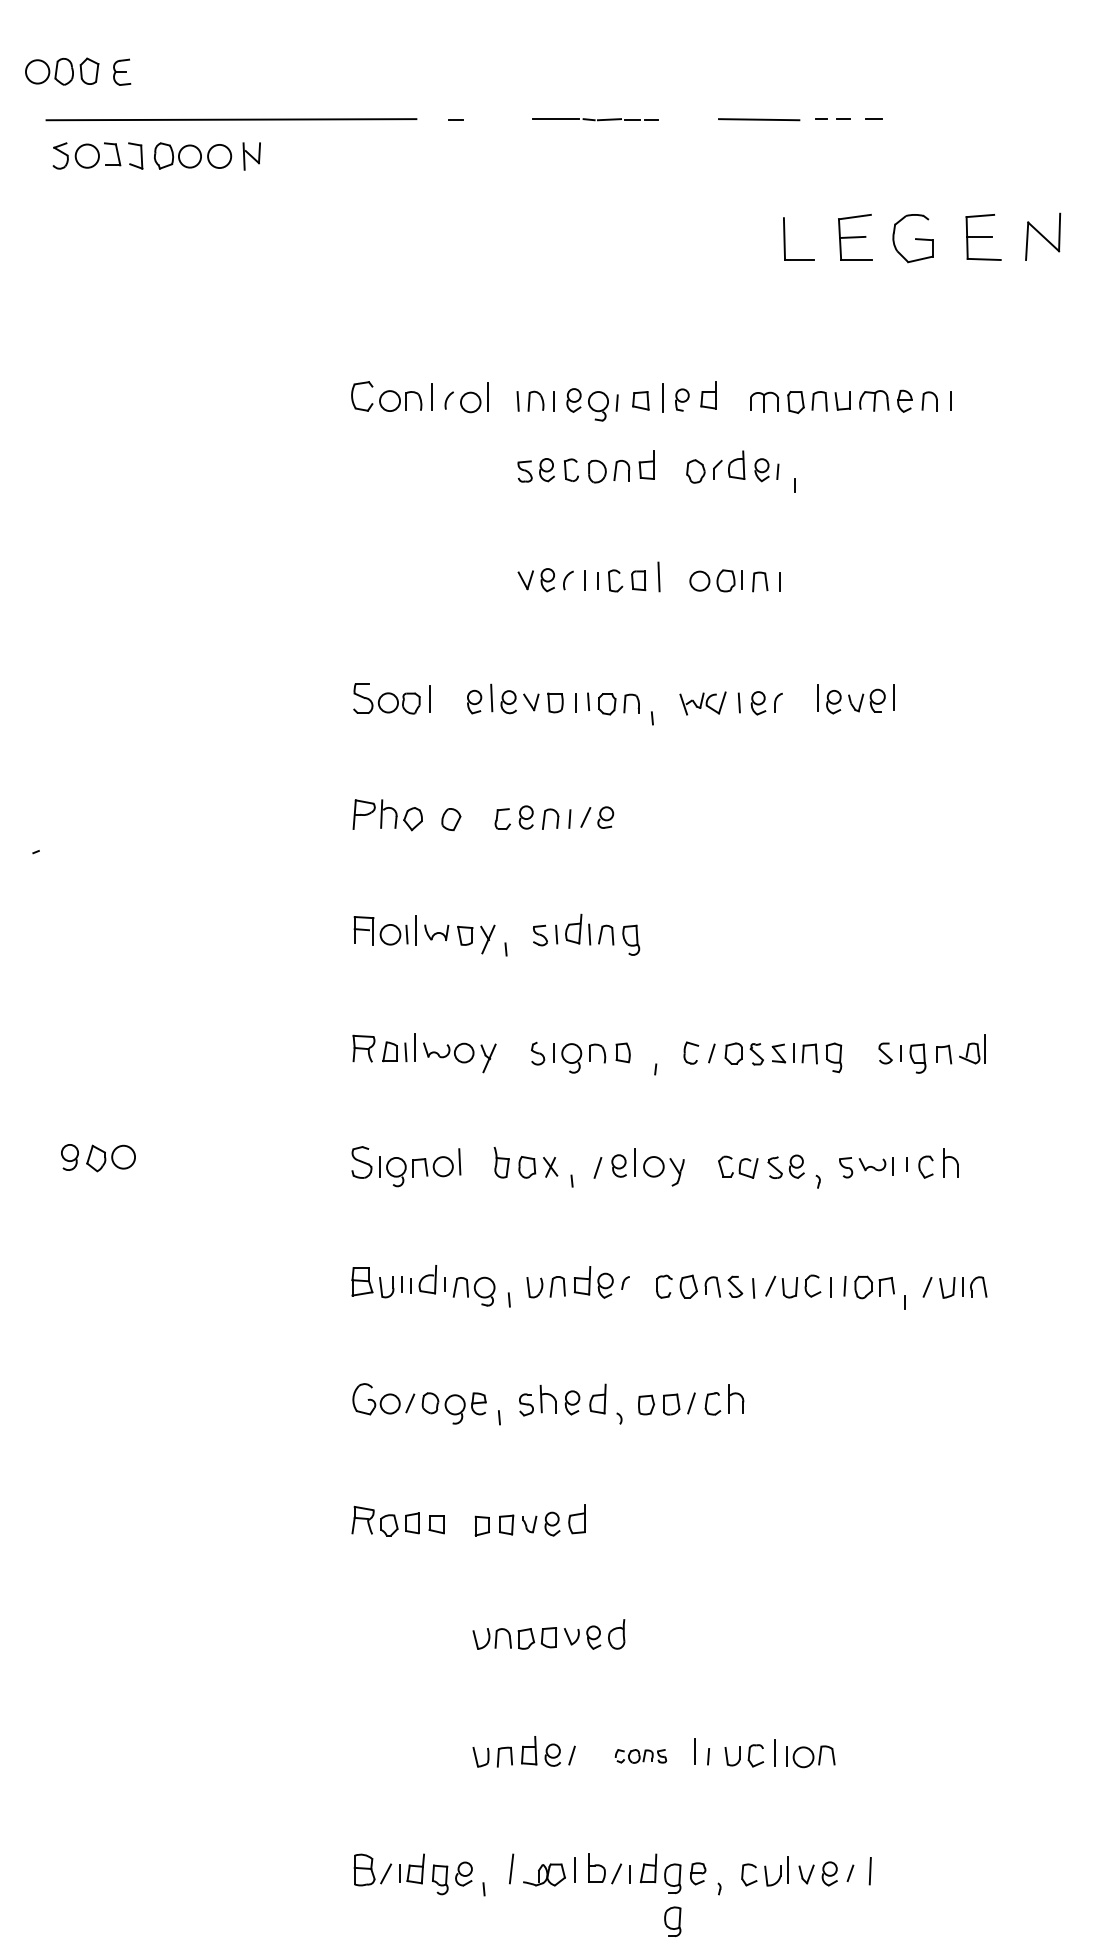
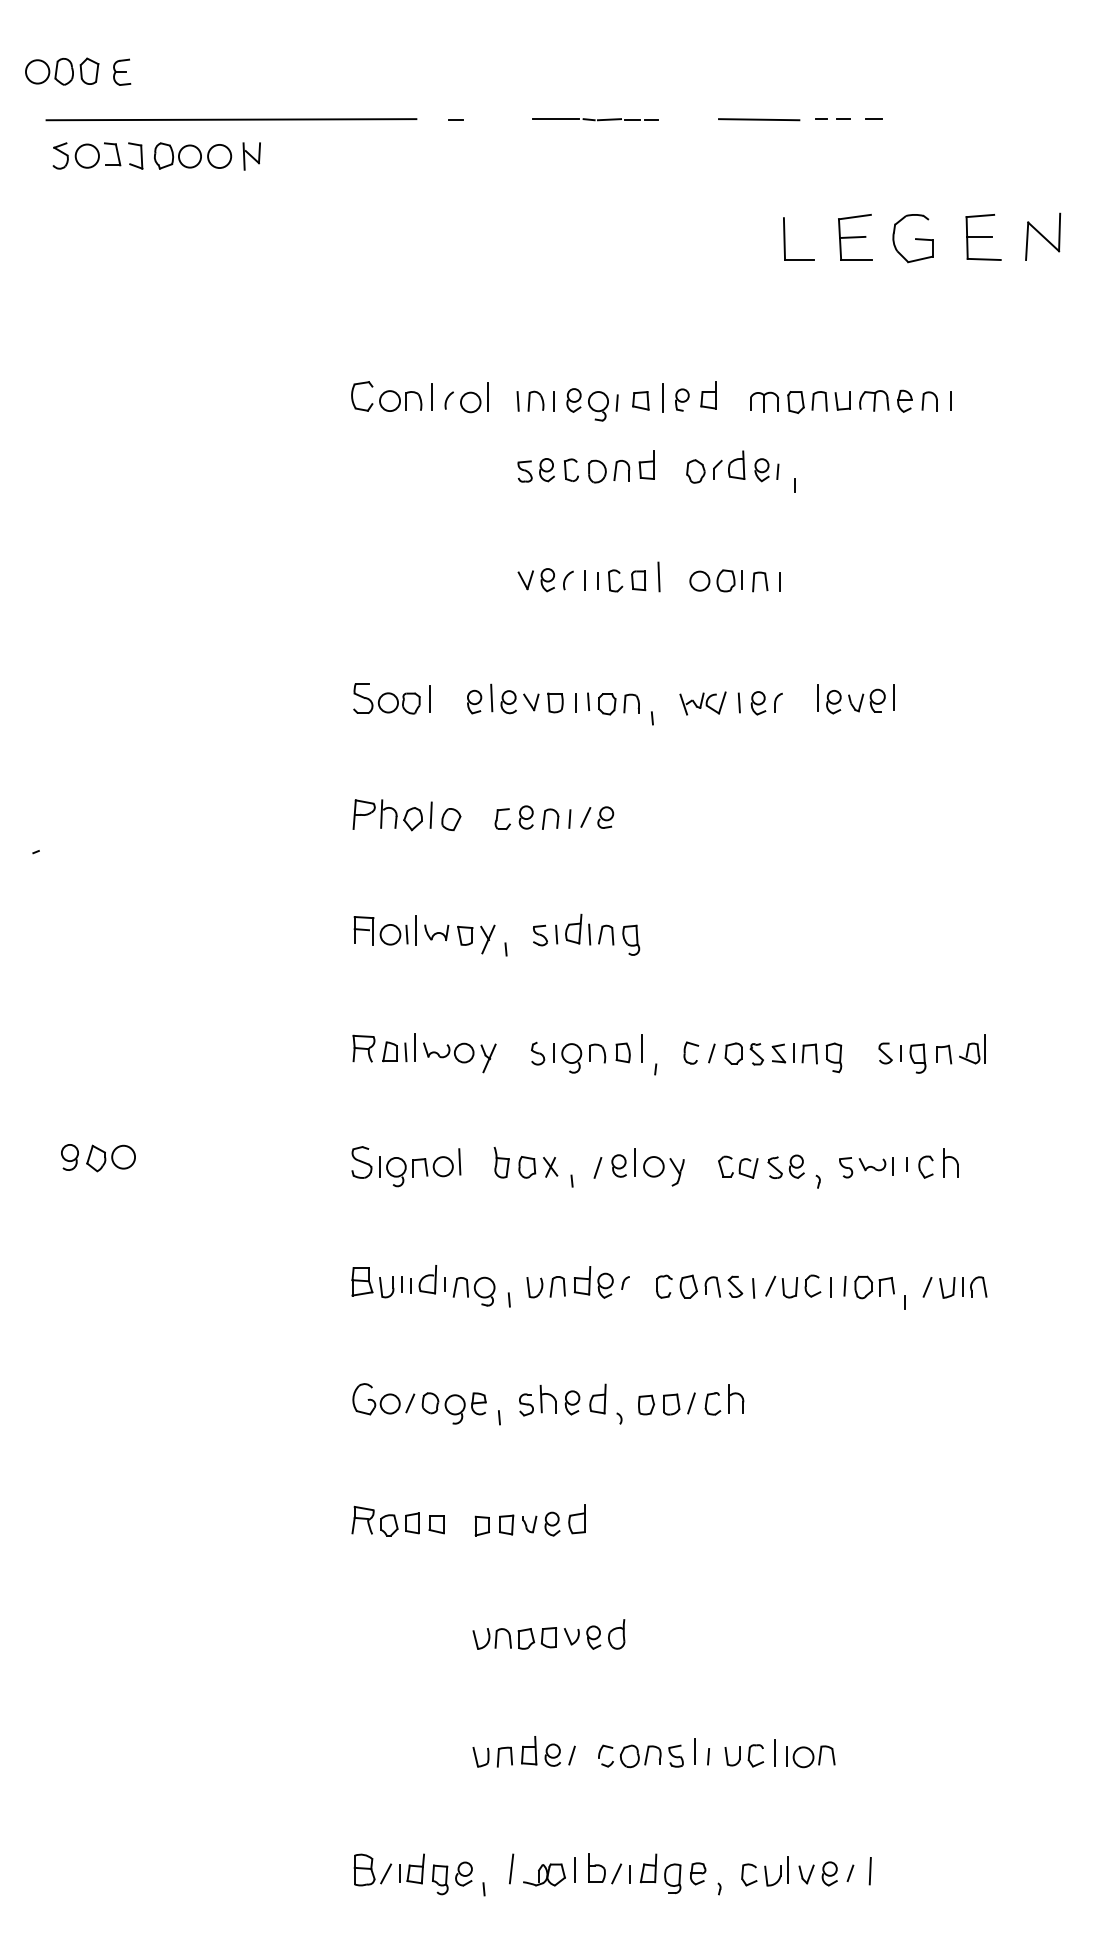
line at (430, 814): none -> present
line at (641, 1048): none -> present
part at (640, 1756) size: 54x15 px -> 86x25 px
part at (672, 1921): present -> none
